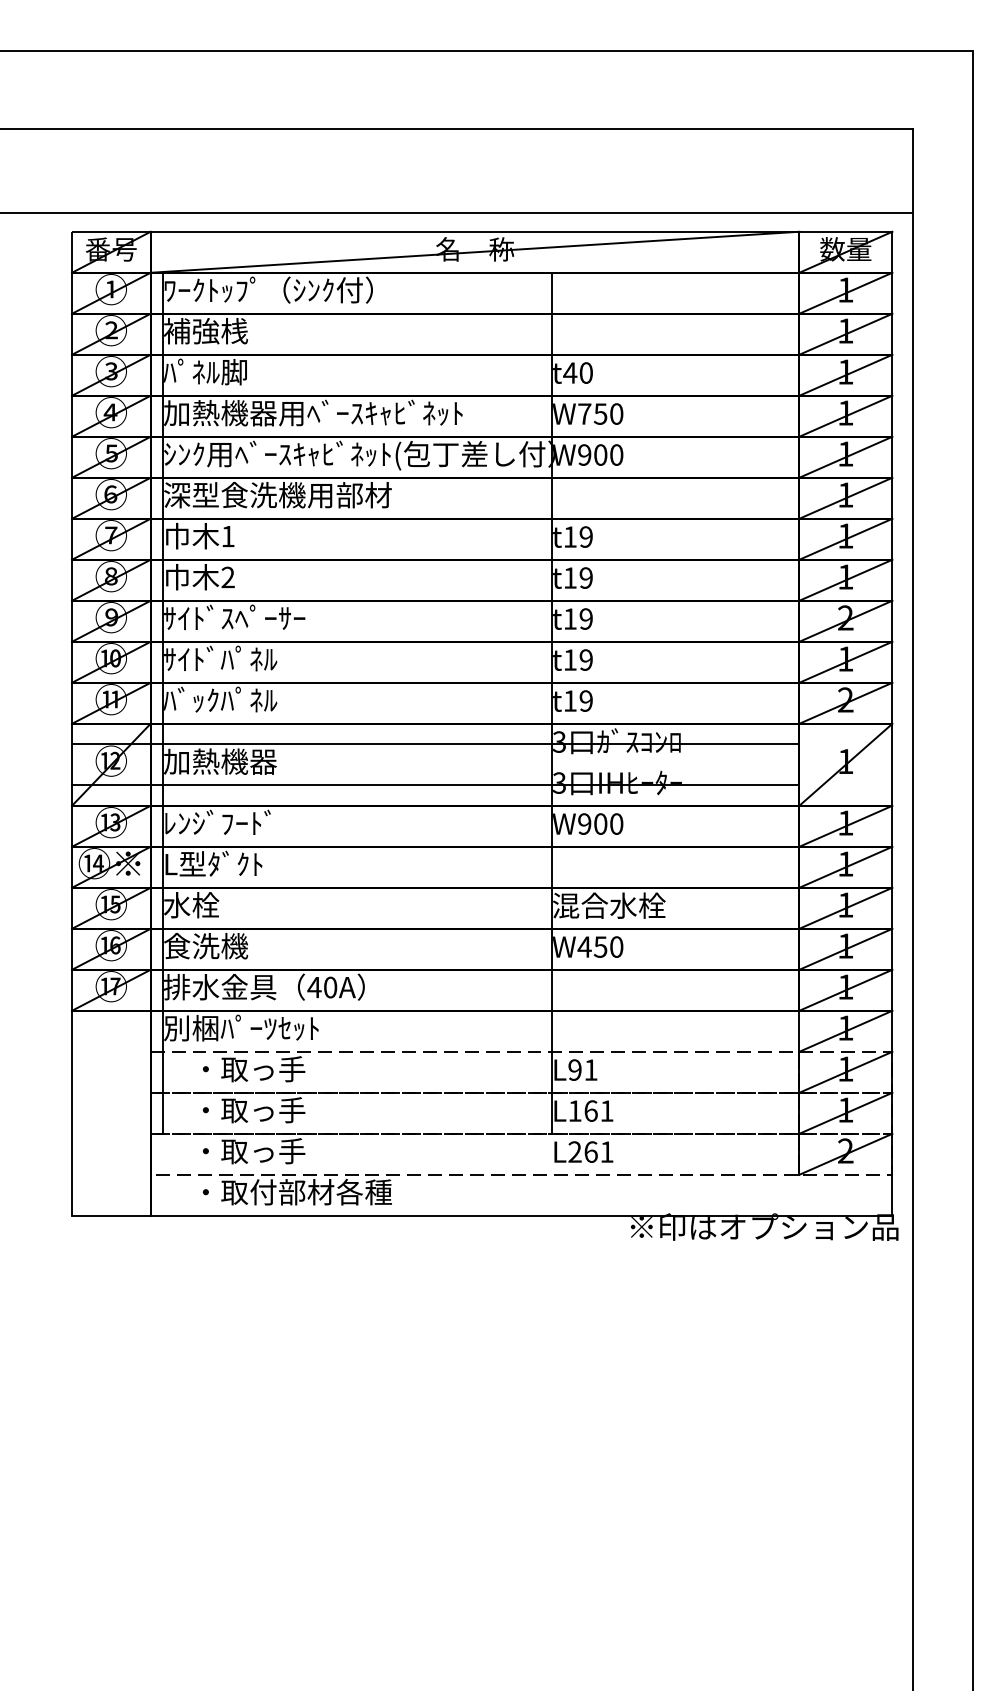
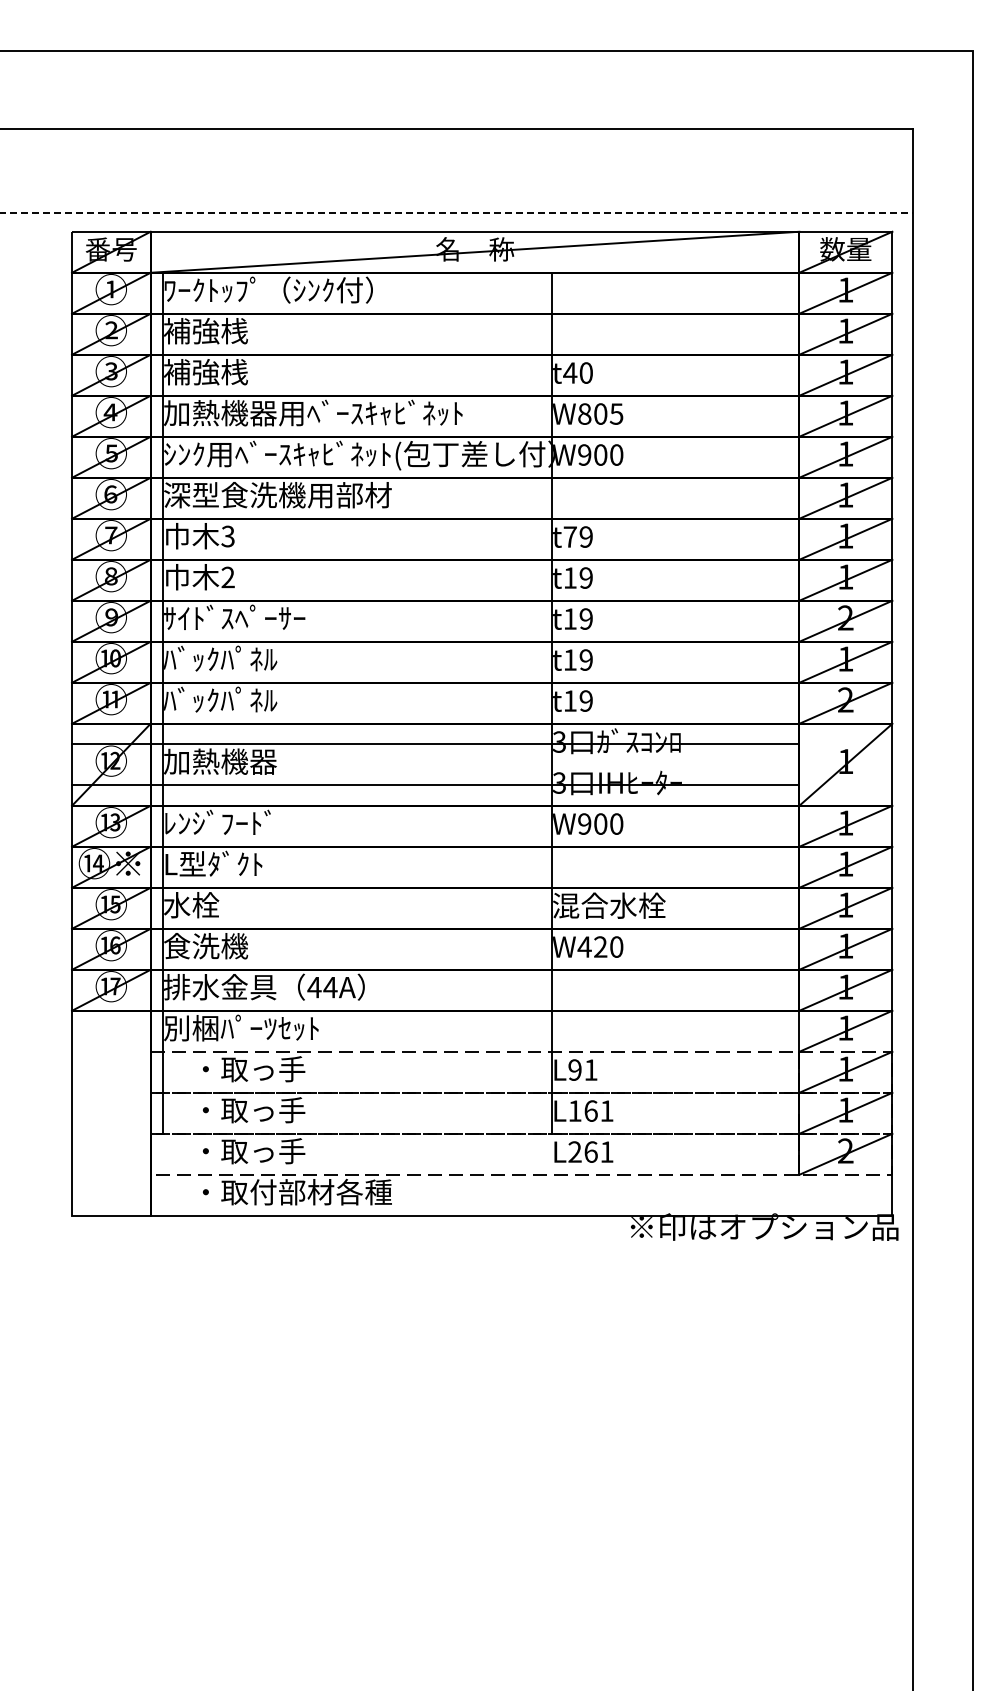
line at (456, 213): solid -> dashed
text at (205, 371): ﾊﾟﾈﾙ脚 -> 補強桟
text at (600, 413): W750 -> W805
text at (227, 536): 1 -> 3
text at (569, 536): t19 -> t79
text at (191, 658): ｻｲﾄﾞﾊﾟﾈﾙ -> ﾊﾞｯｸﾊﾟﾈﾙ
text at (600, 946): W450 -> W420
text at (330, 987): 40A -> 44A
